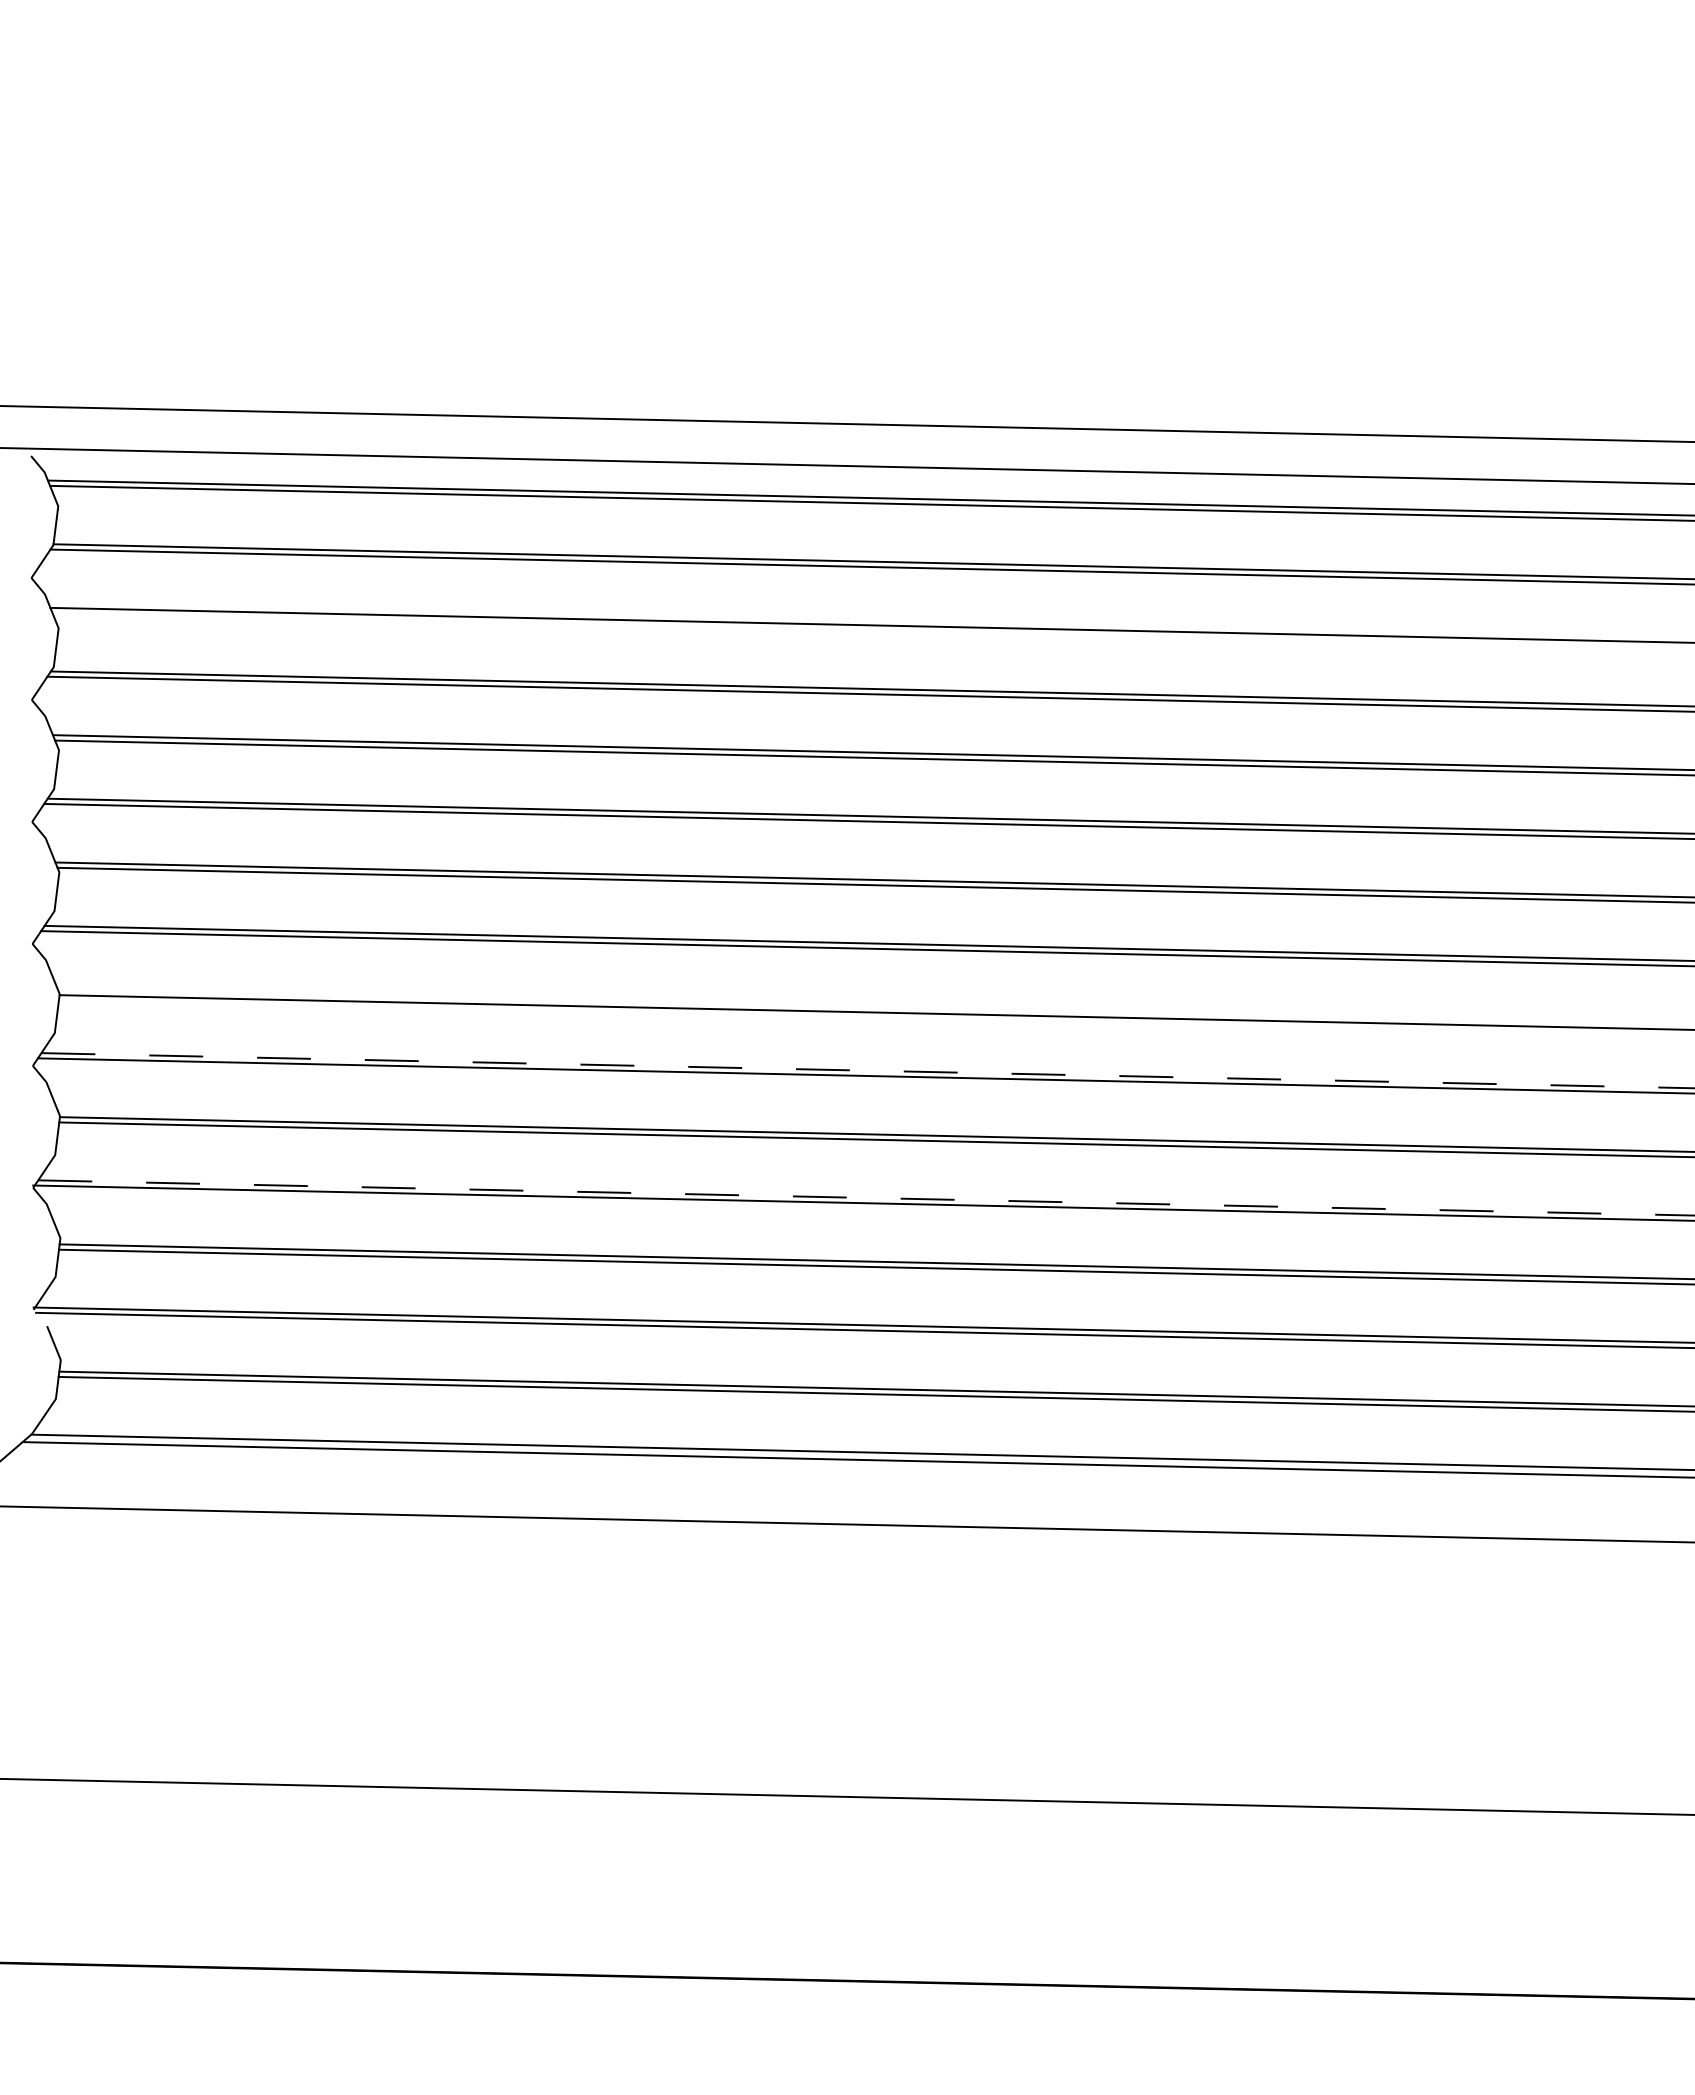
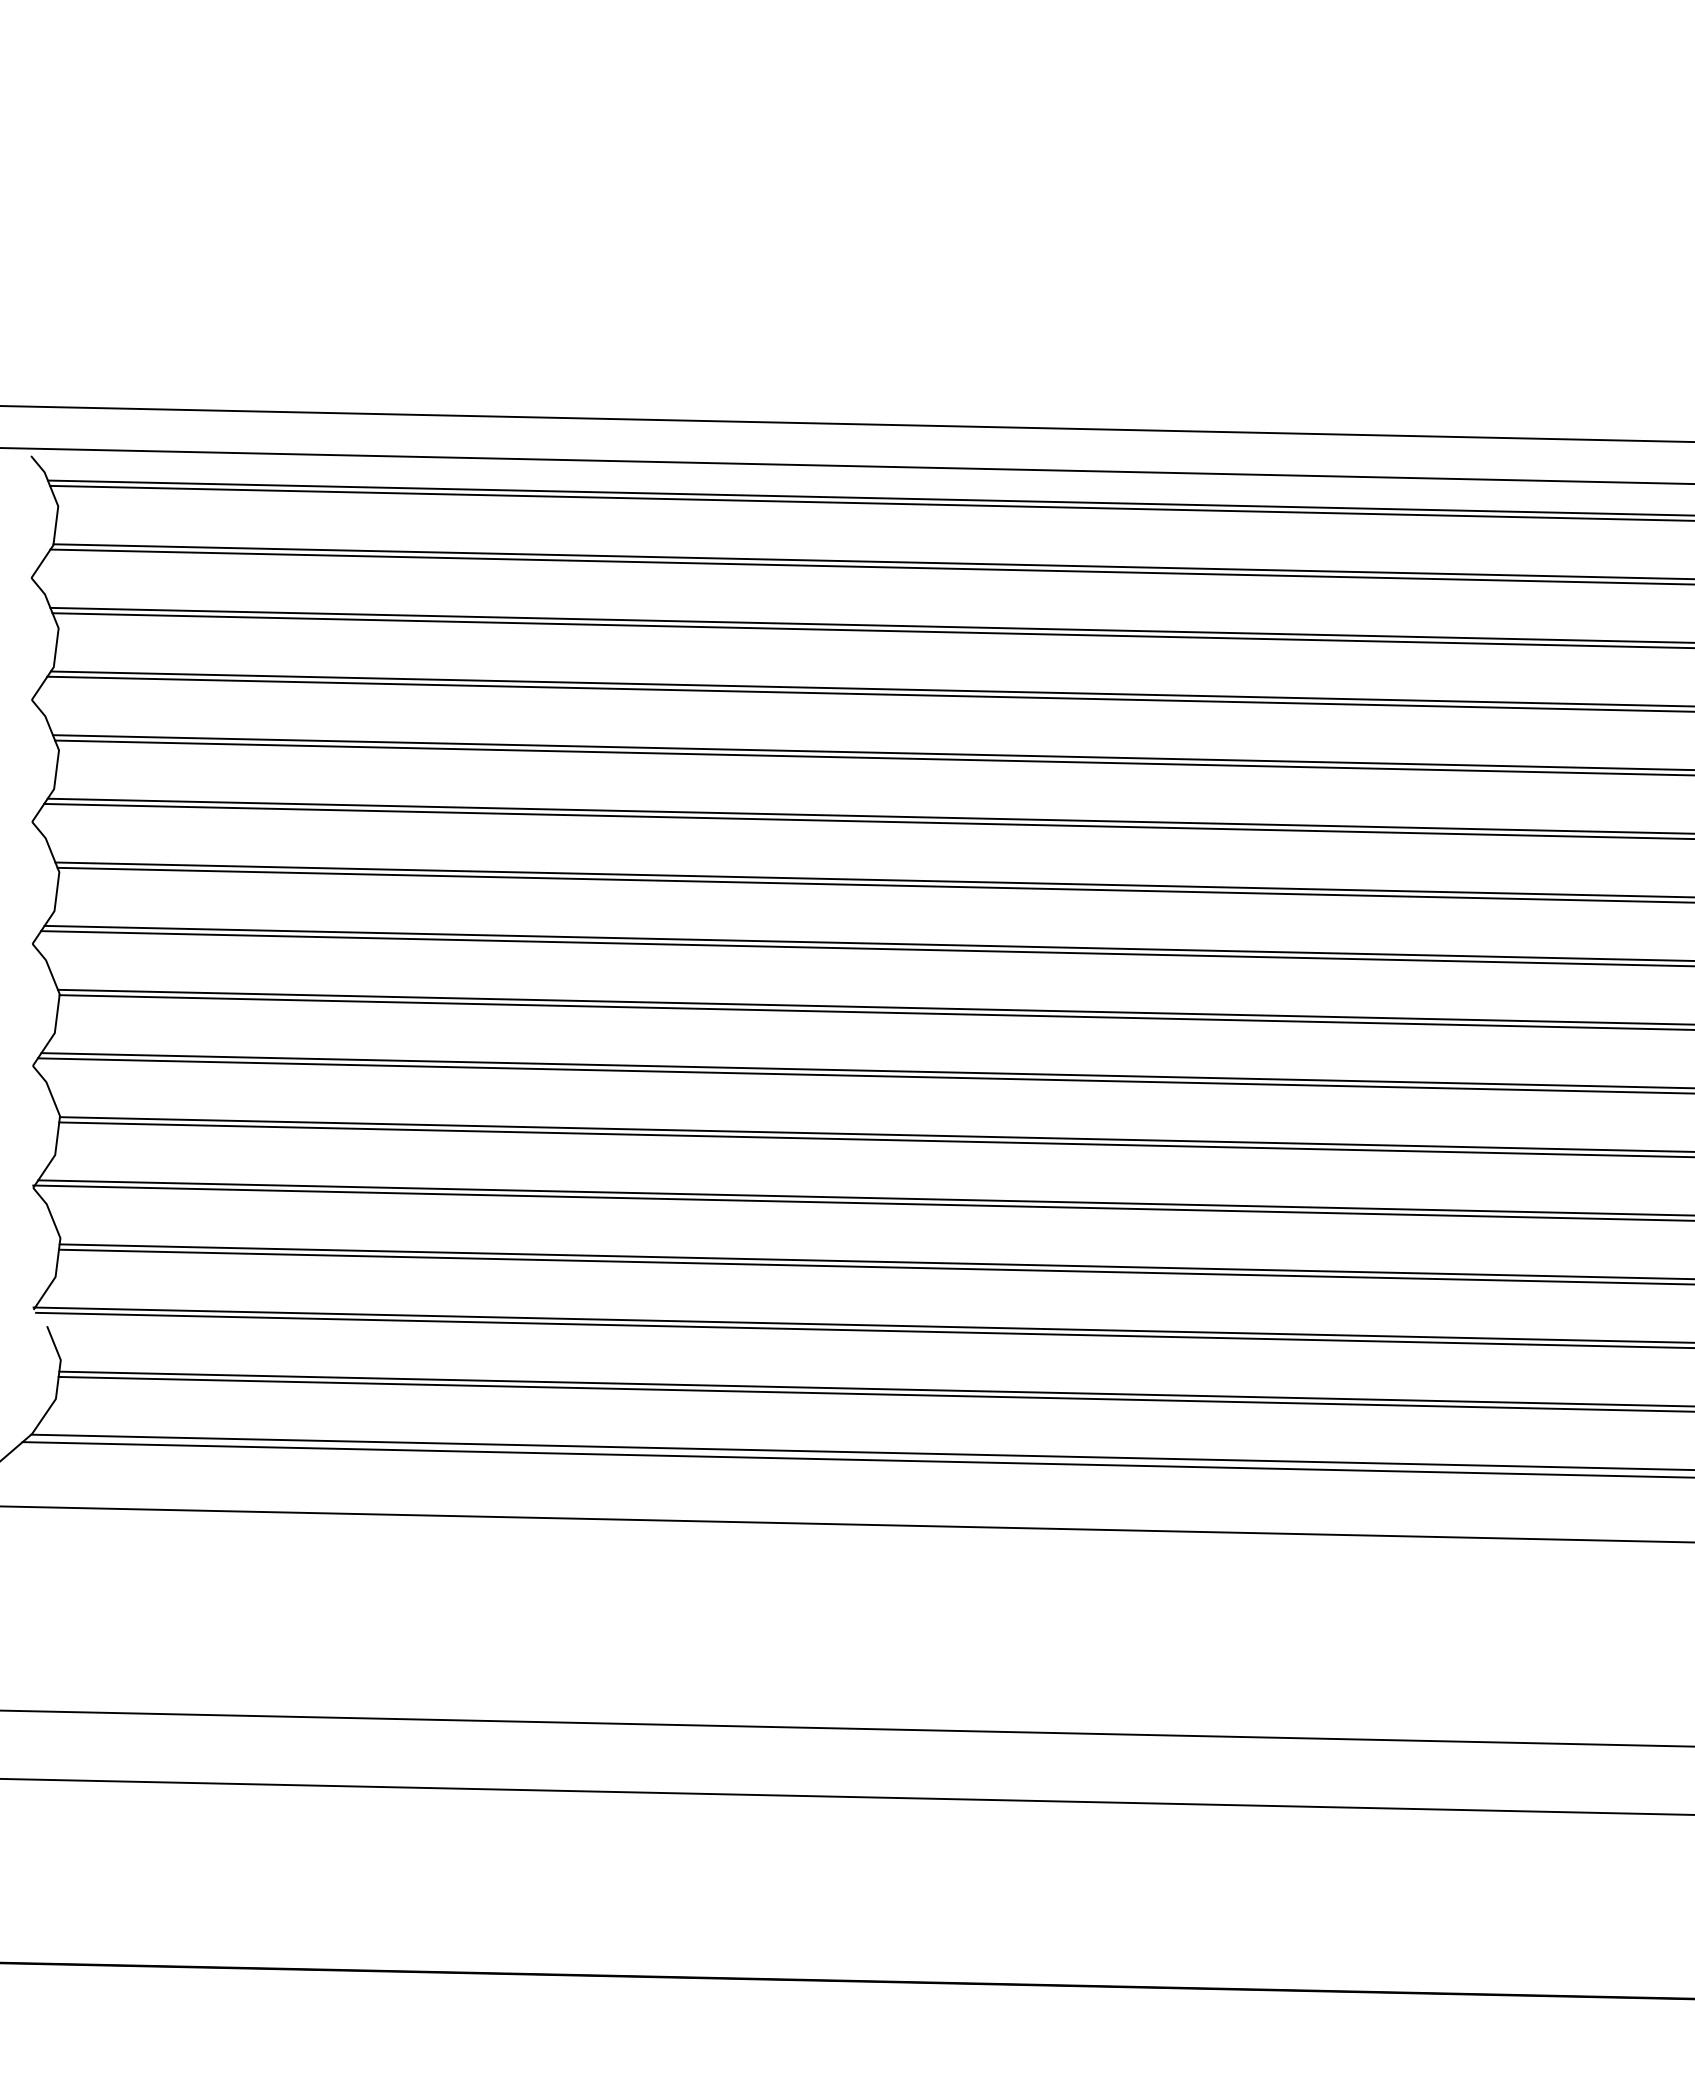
line at (871, 630): none -> present
line at (874, 1006): none -> present
line at (868, 1070): dashed -> solid
line at (866, 1197): dashed -> solid
line at (846, 1728): none -> present
